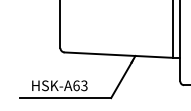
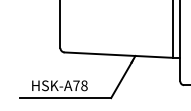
text at (80, 85): HSK-A63 -> HSK-A78
